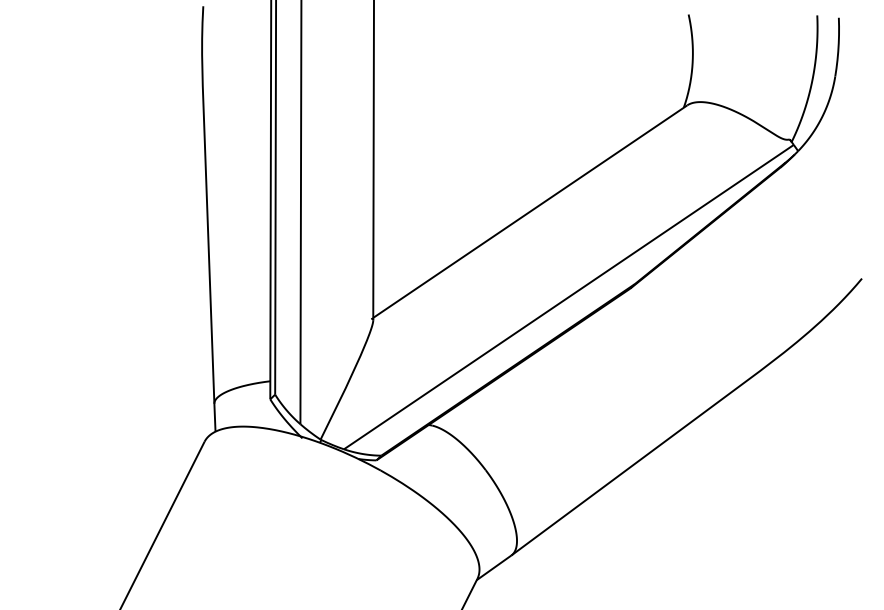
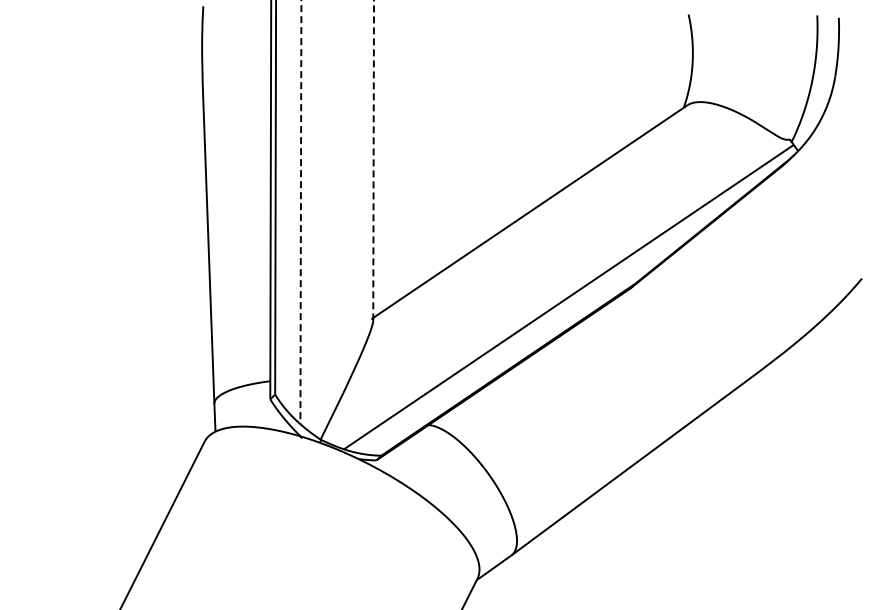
line at (373, 159): solid -> dashed
line at (300, 212): solid -> dashed
